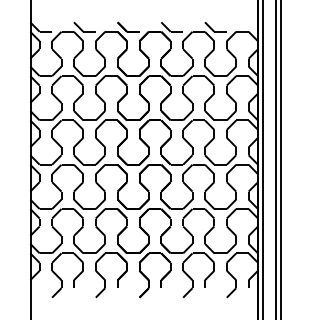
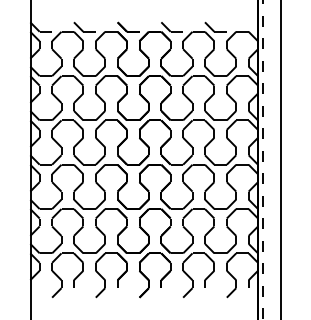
line at (263, 159): solid -> dashed
line at (276, 159): present -> none
